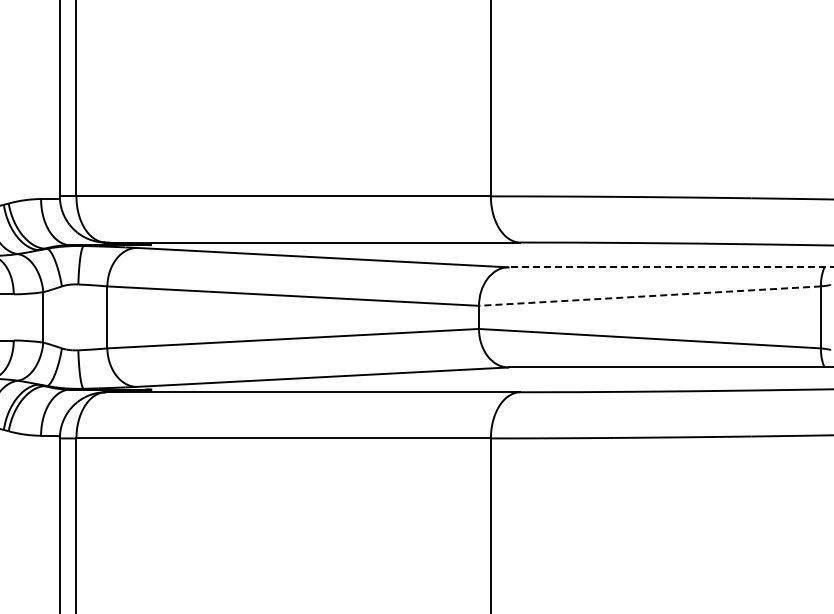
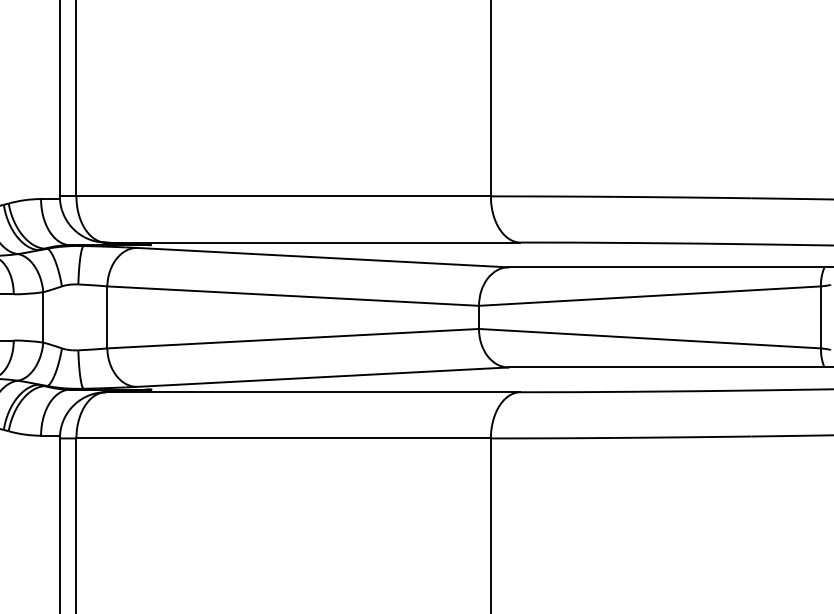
line at (670, 267): dashed -> solid
line at (649, 296): dashed -> solid
